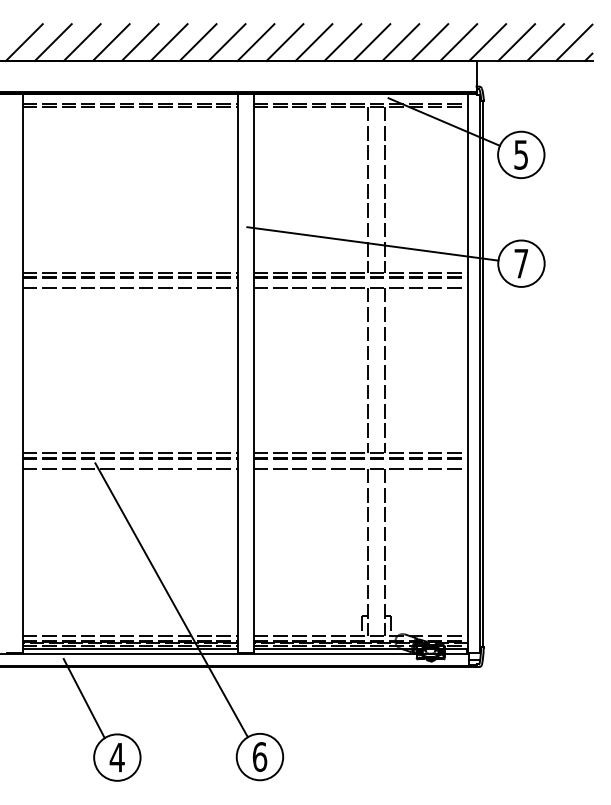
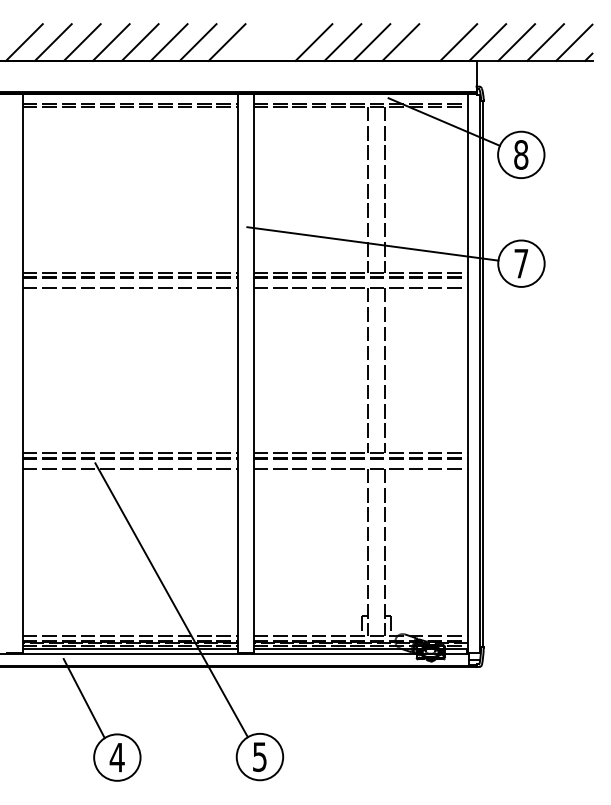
line at (255, 42): present -> none
line at (284, 42): present -> none
line at (429, 42): present -> none
text at (521, 154): 5 -> 8
text at (259, 757): 6 -> 5
